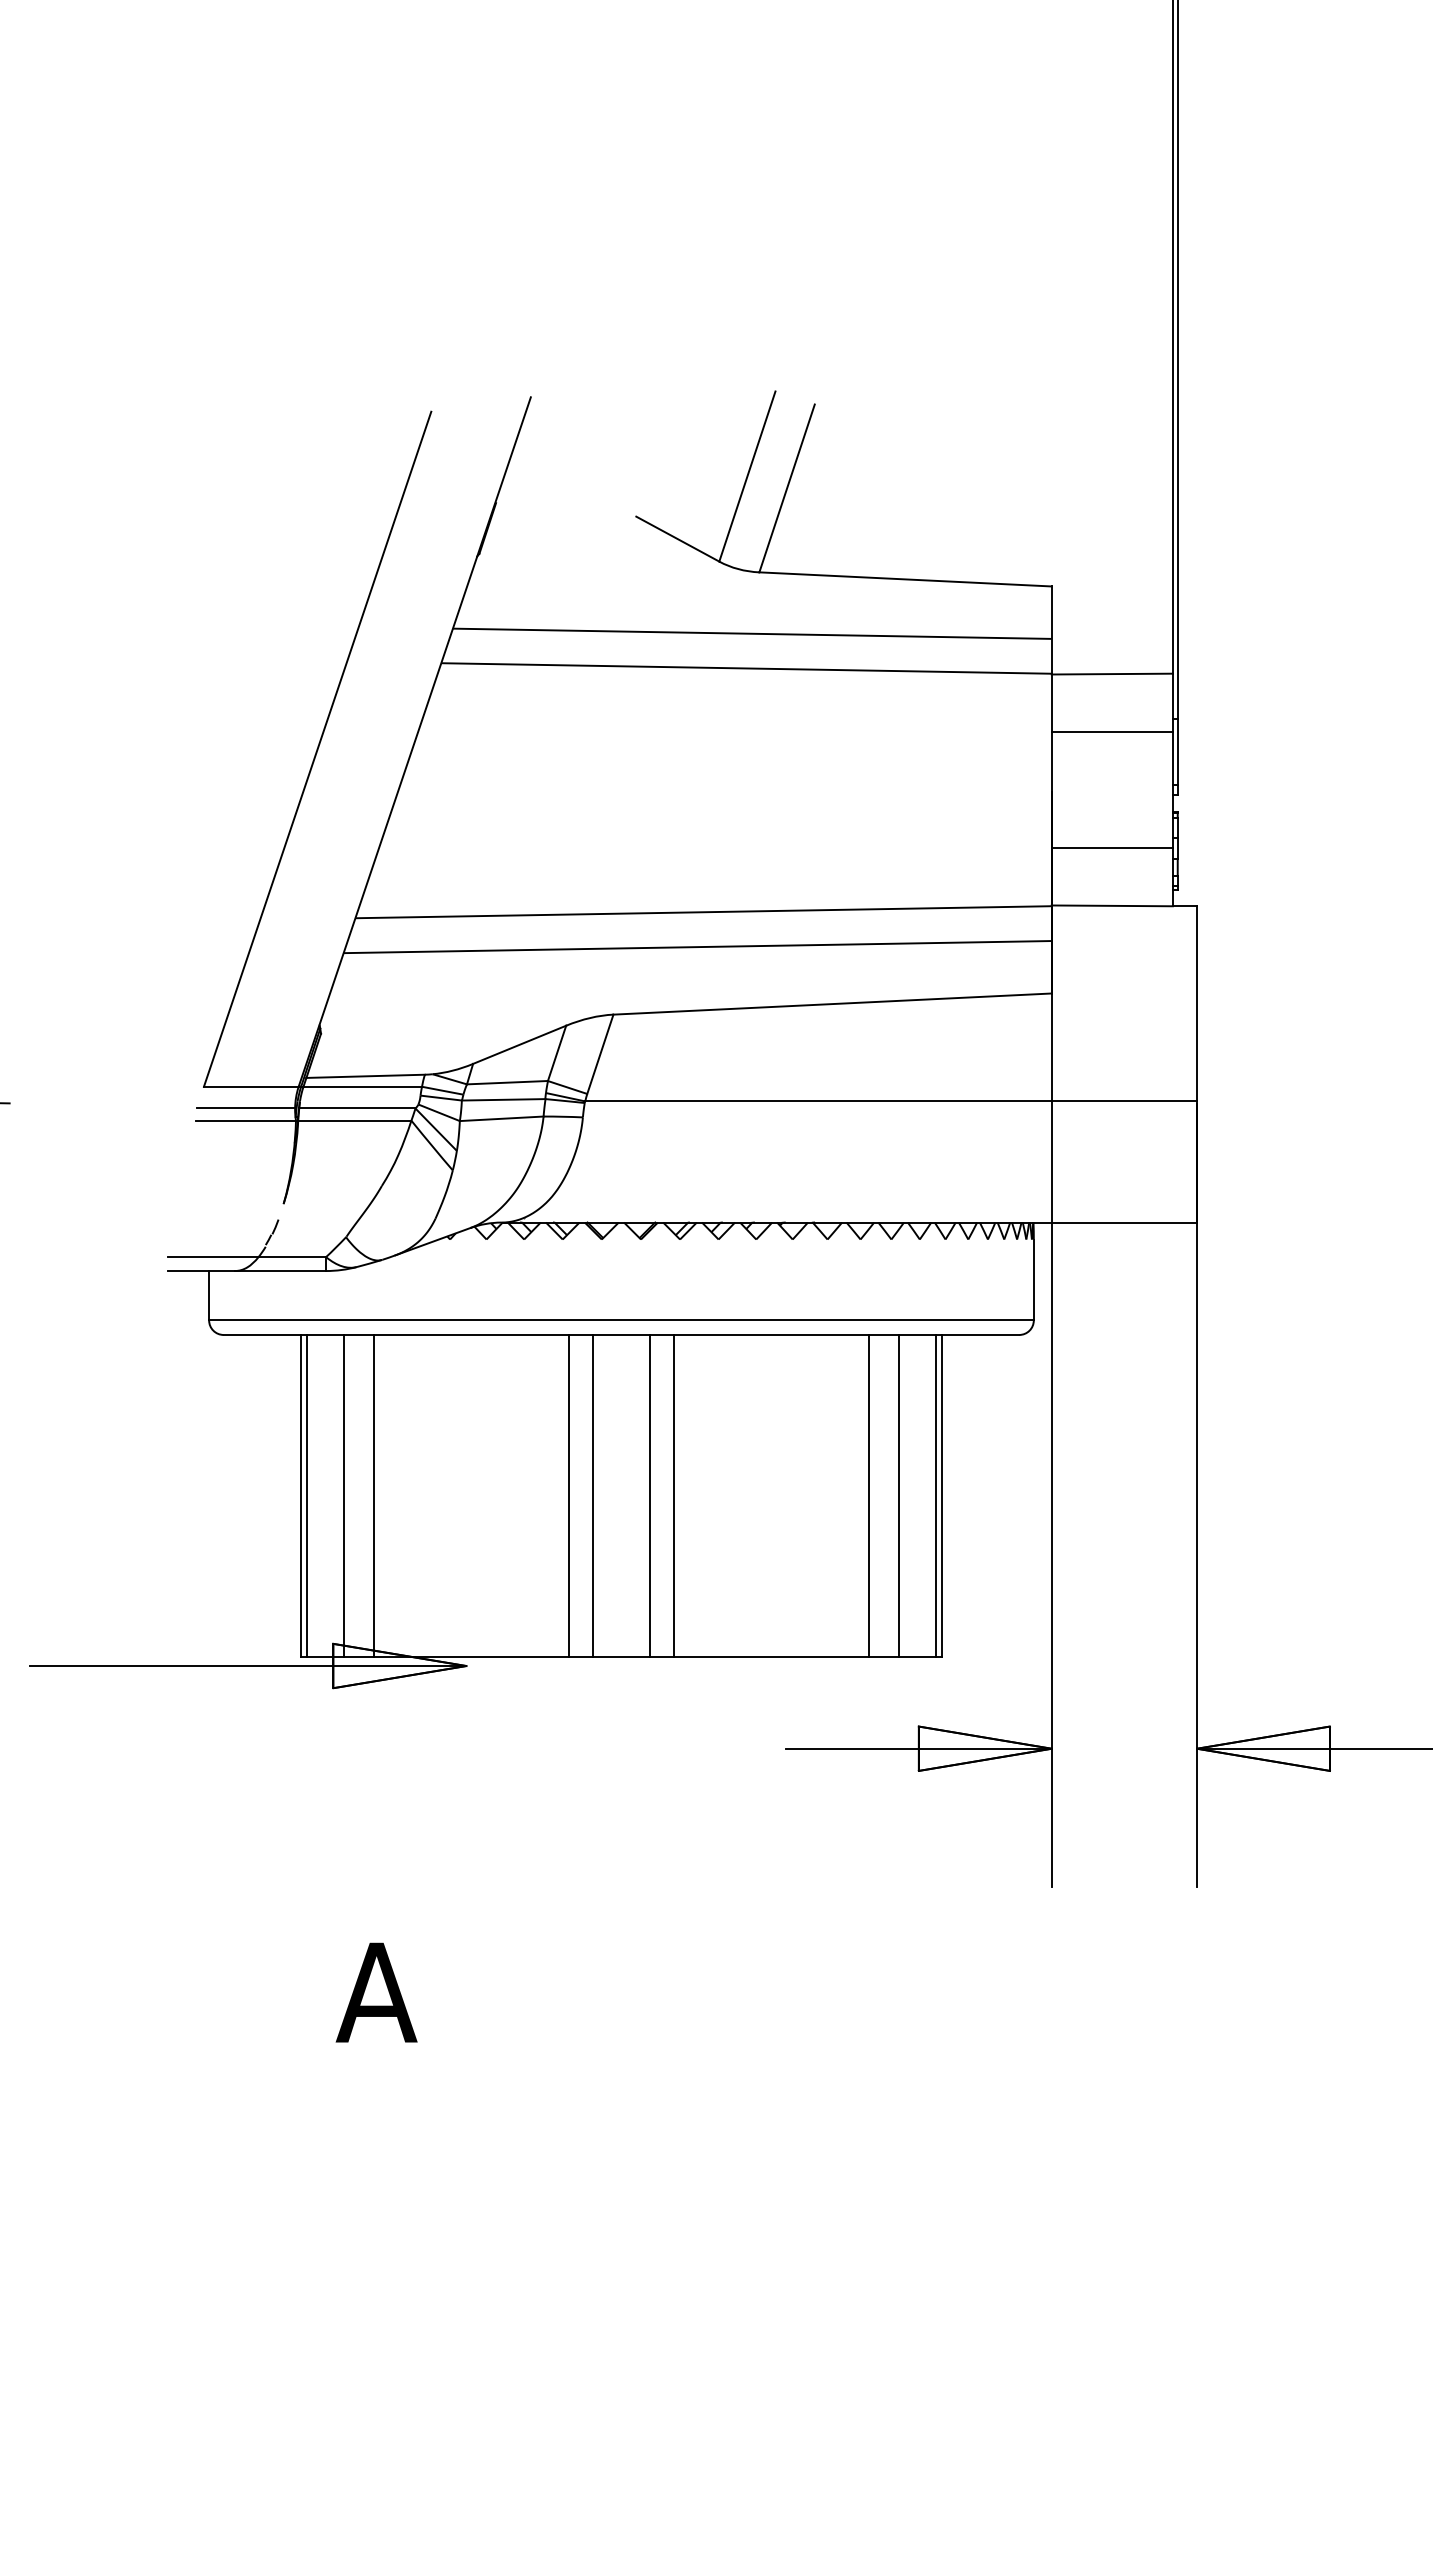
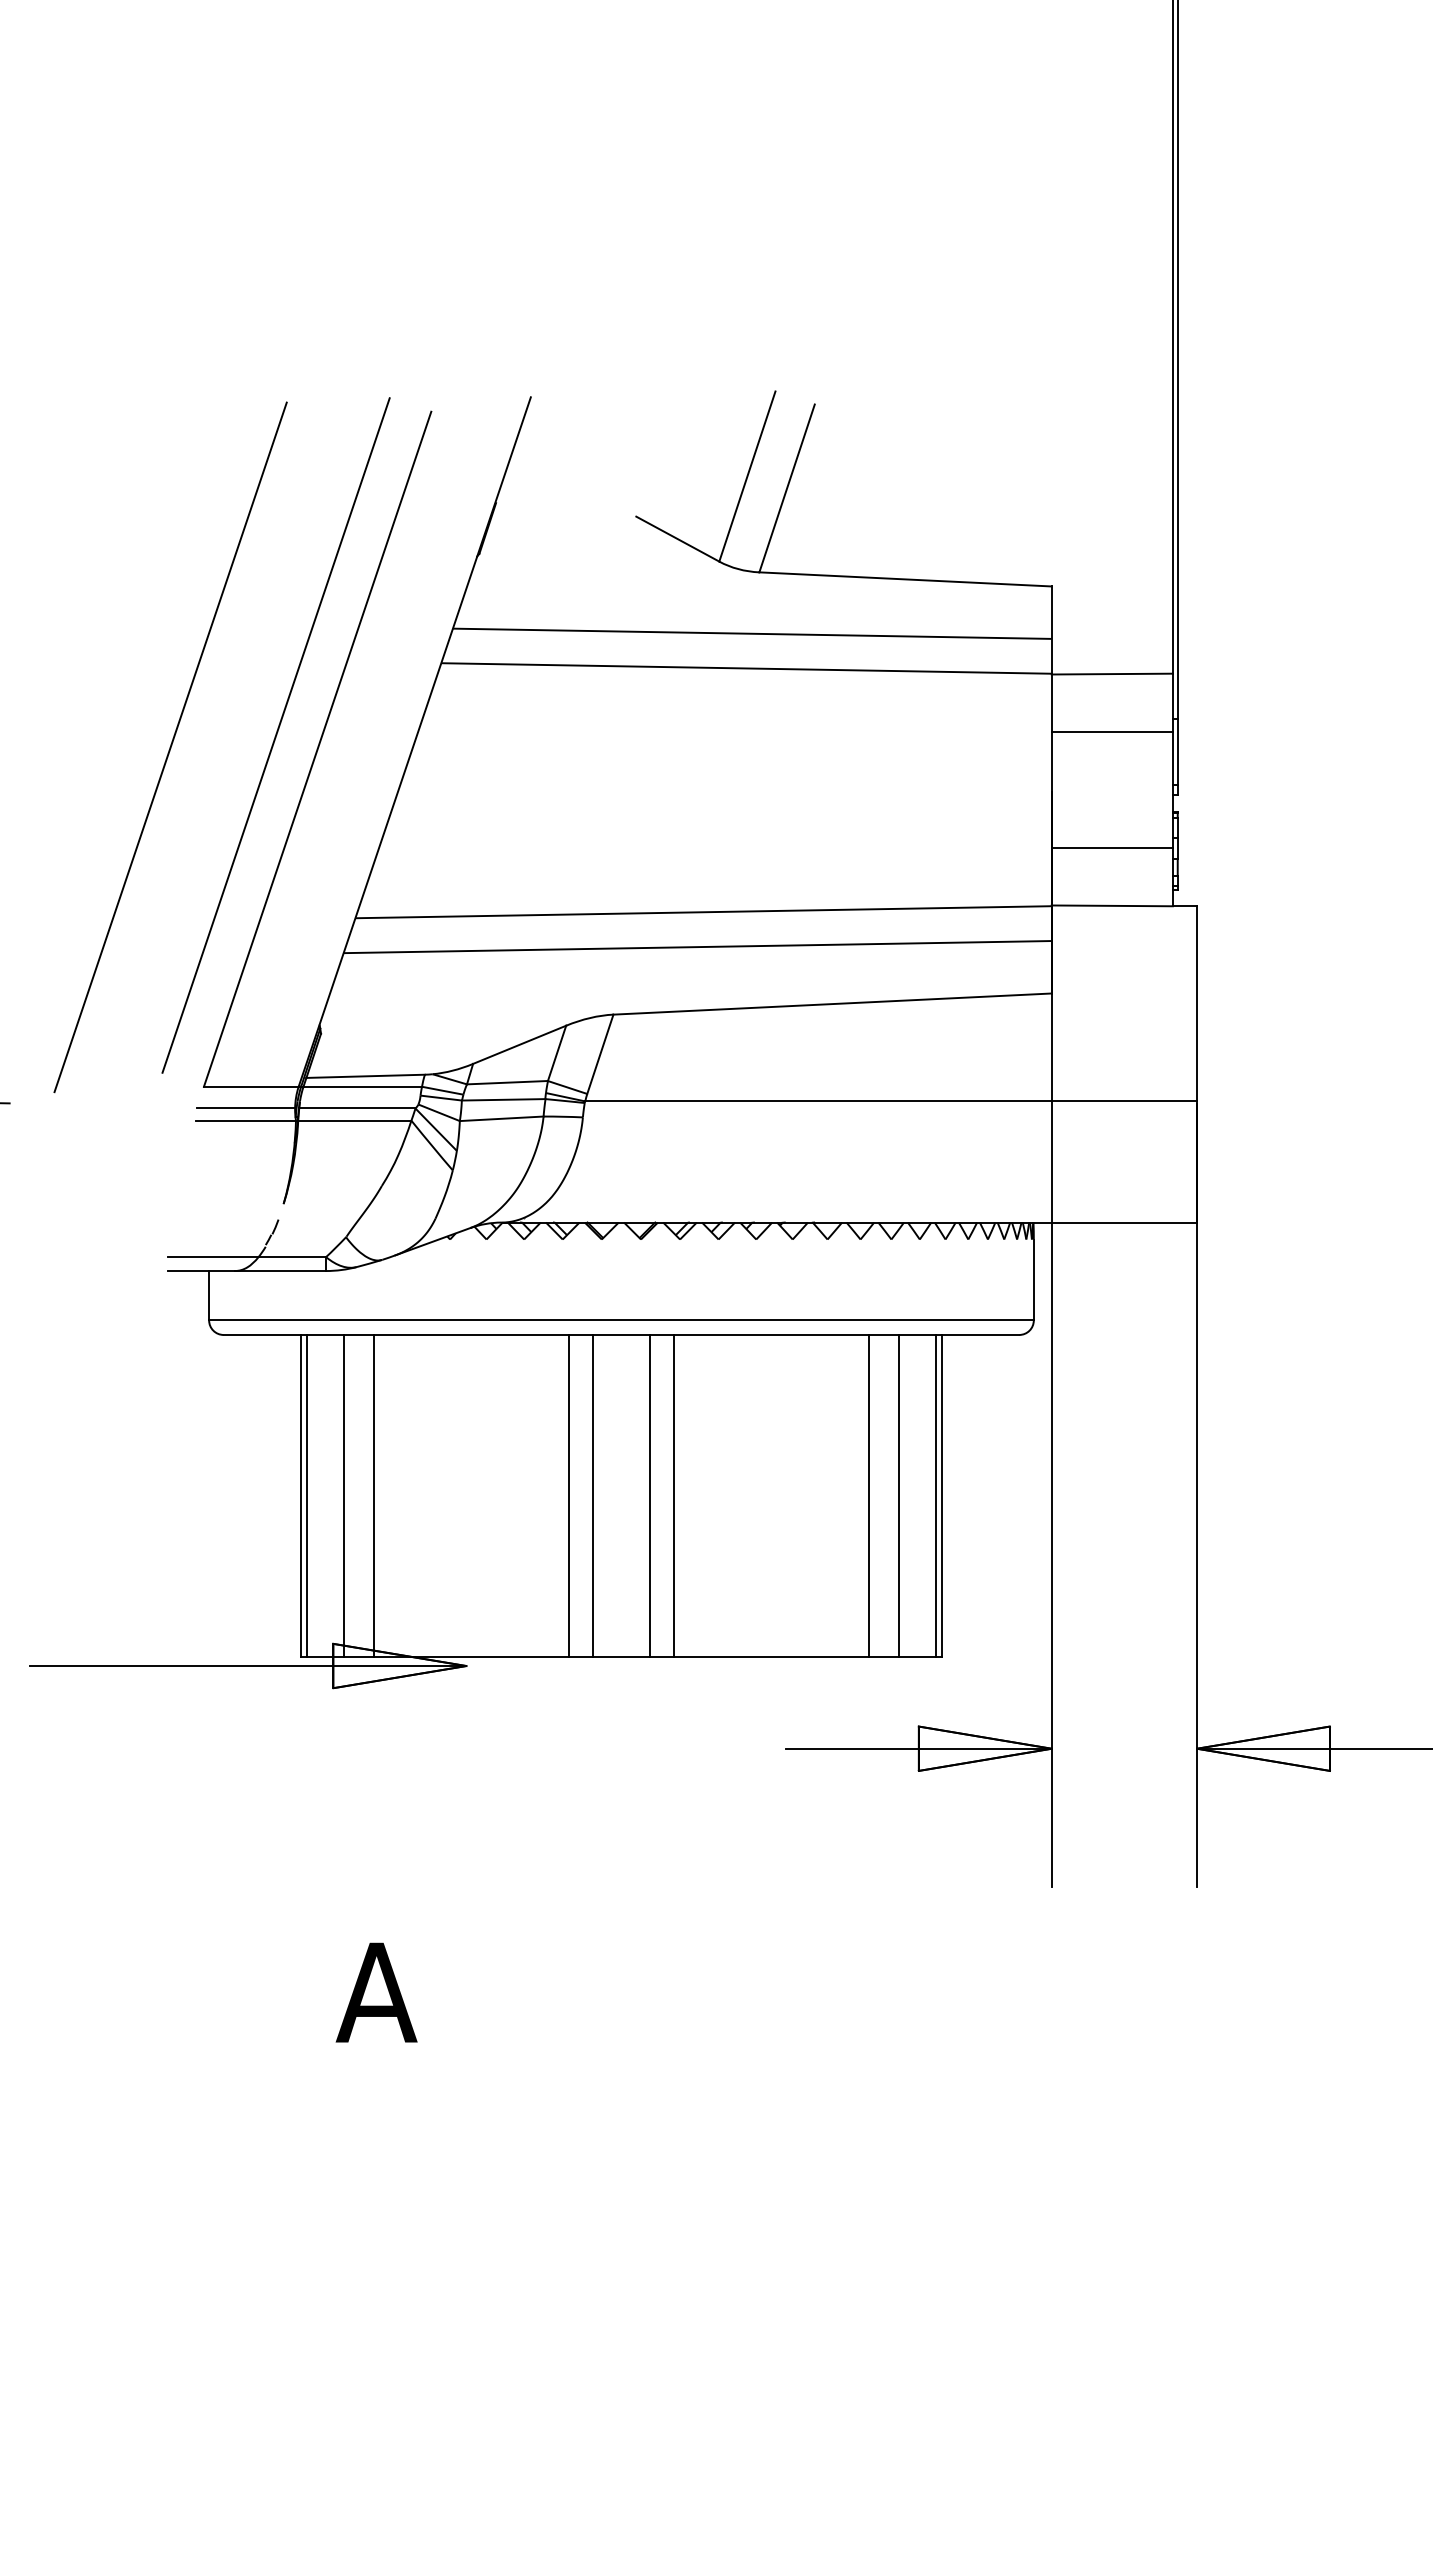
line at (275, 735): none -> present
line at (170, 747): none -> present
